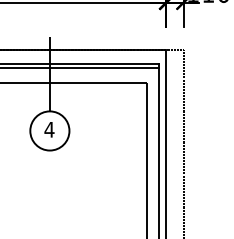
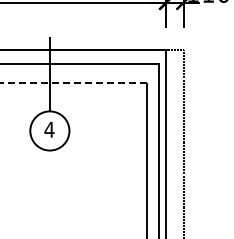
line at (80, 67): present -> none
line at (73, 83): solid -> dashed
